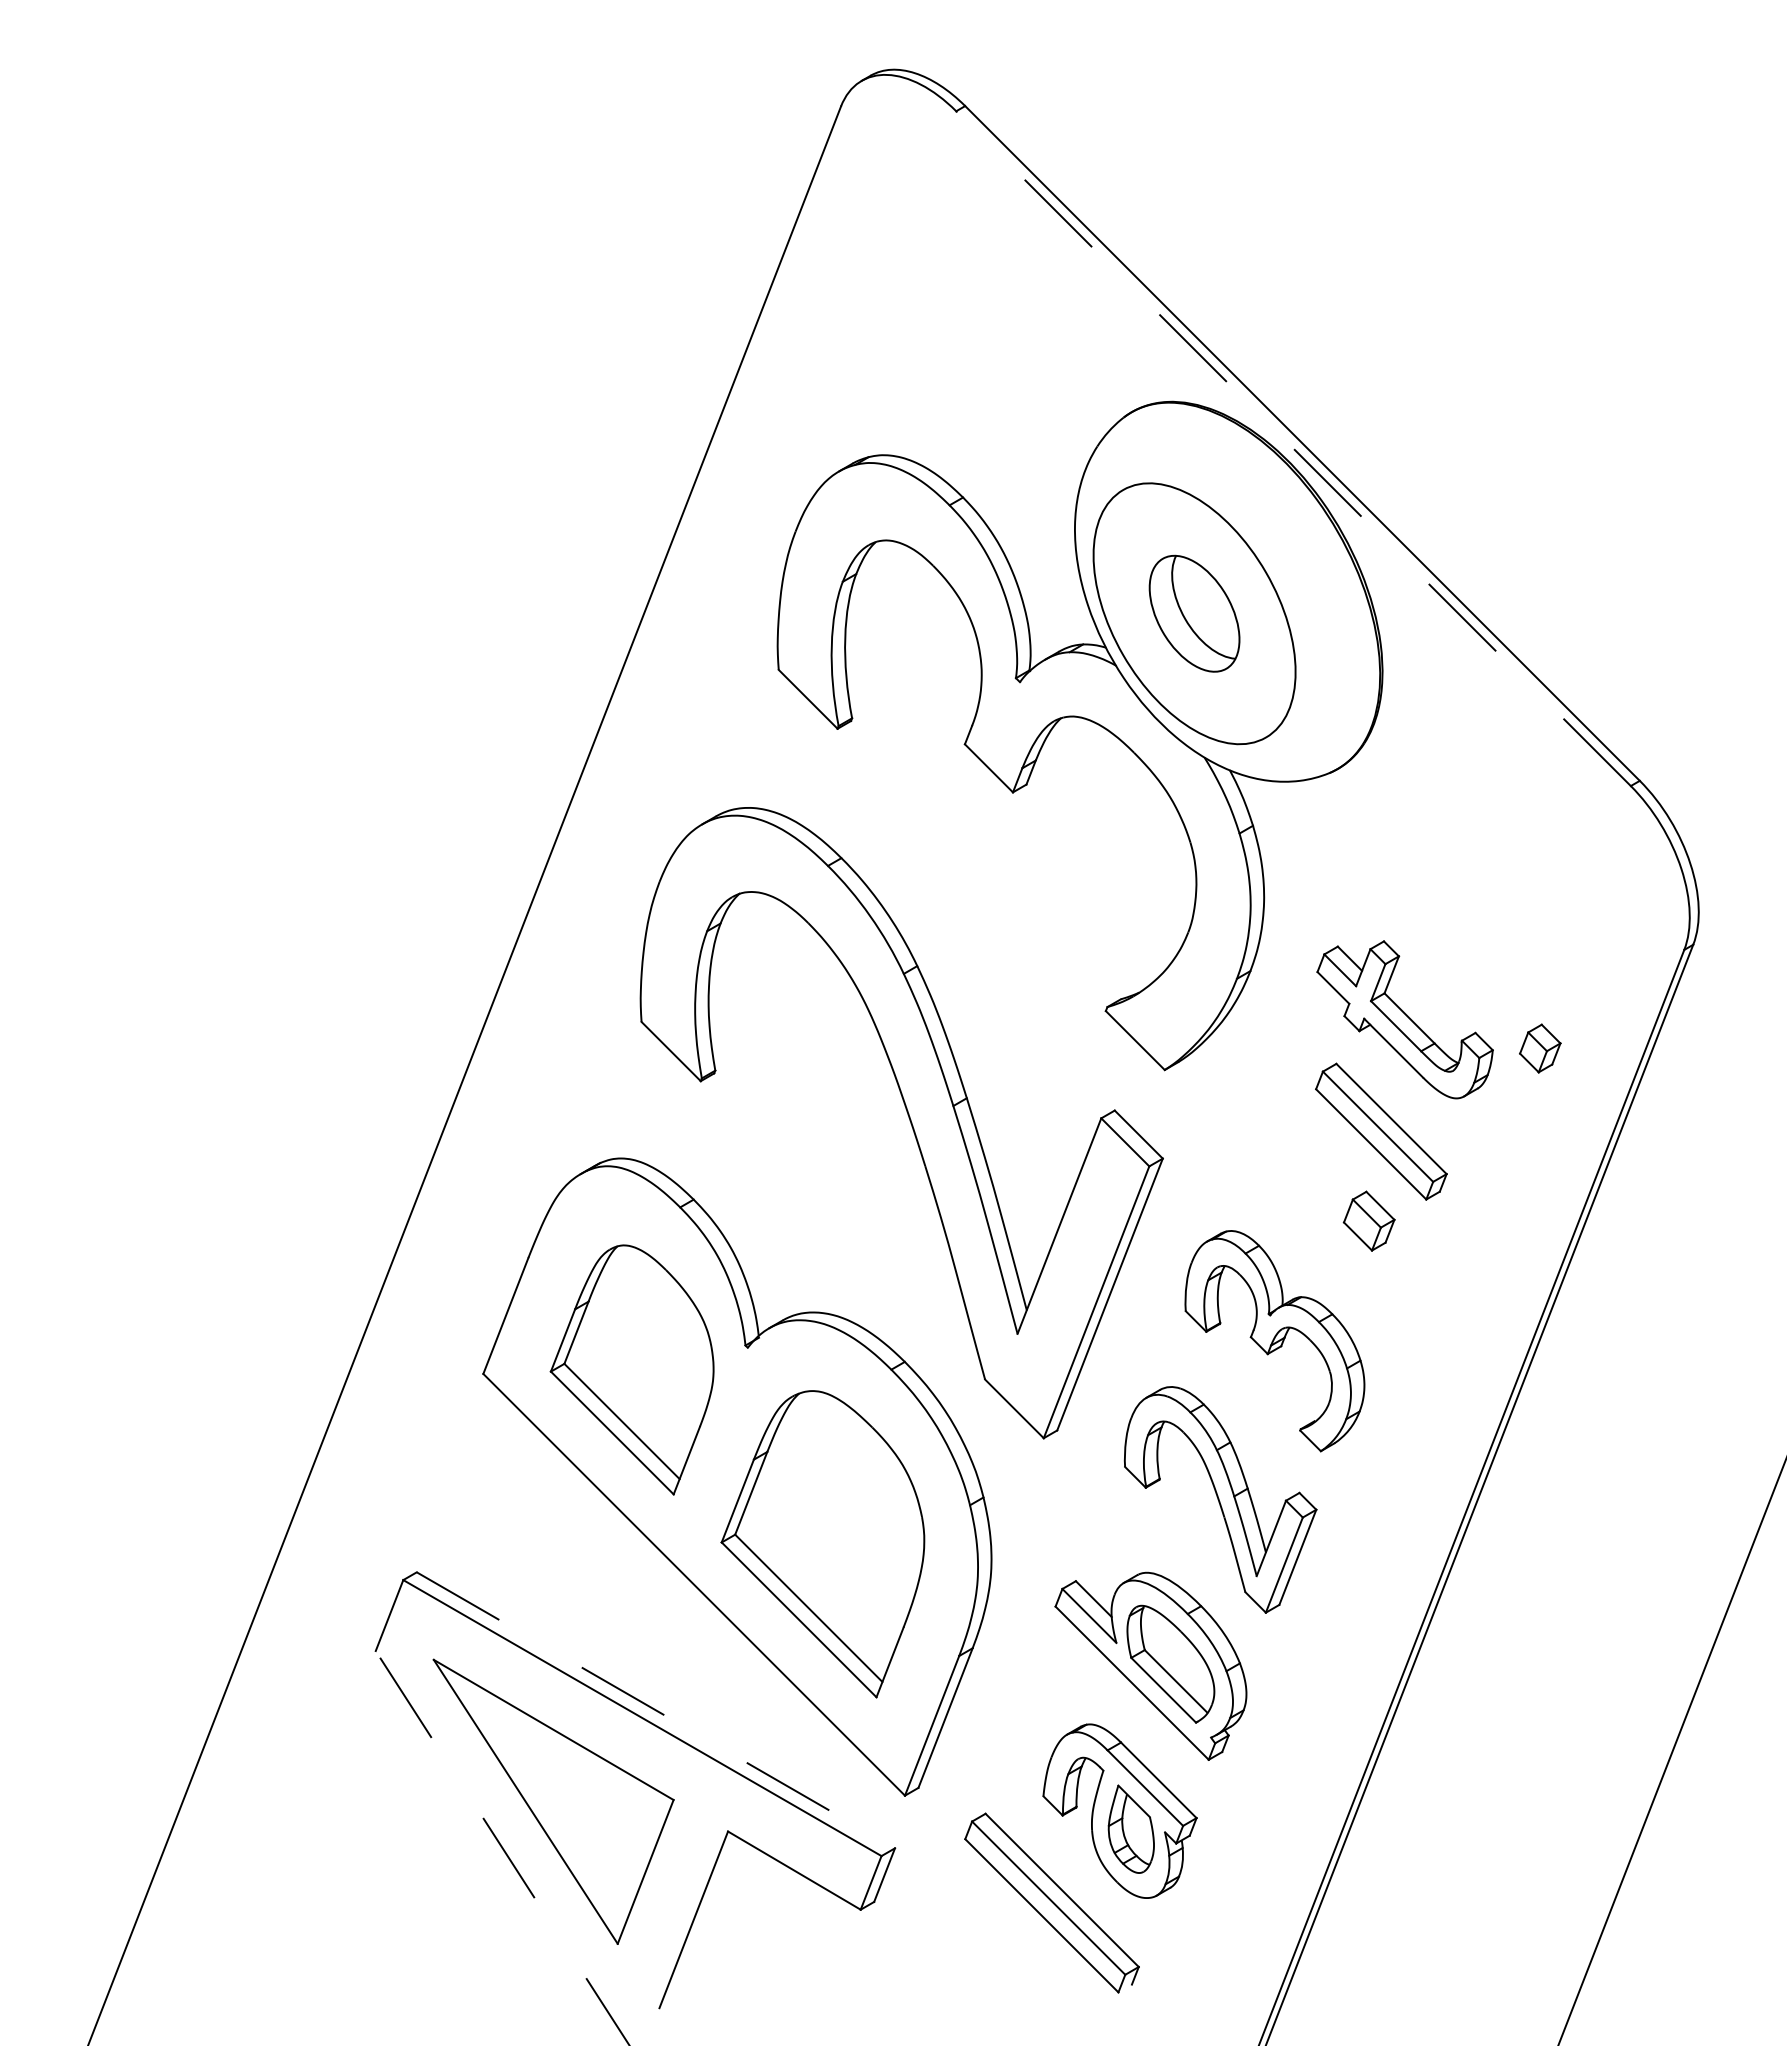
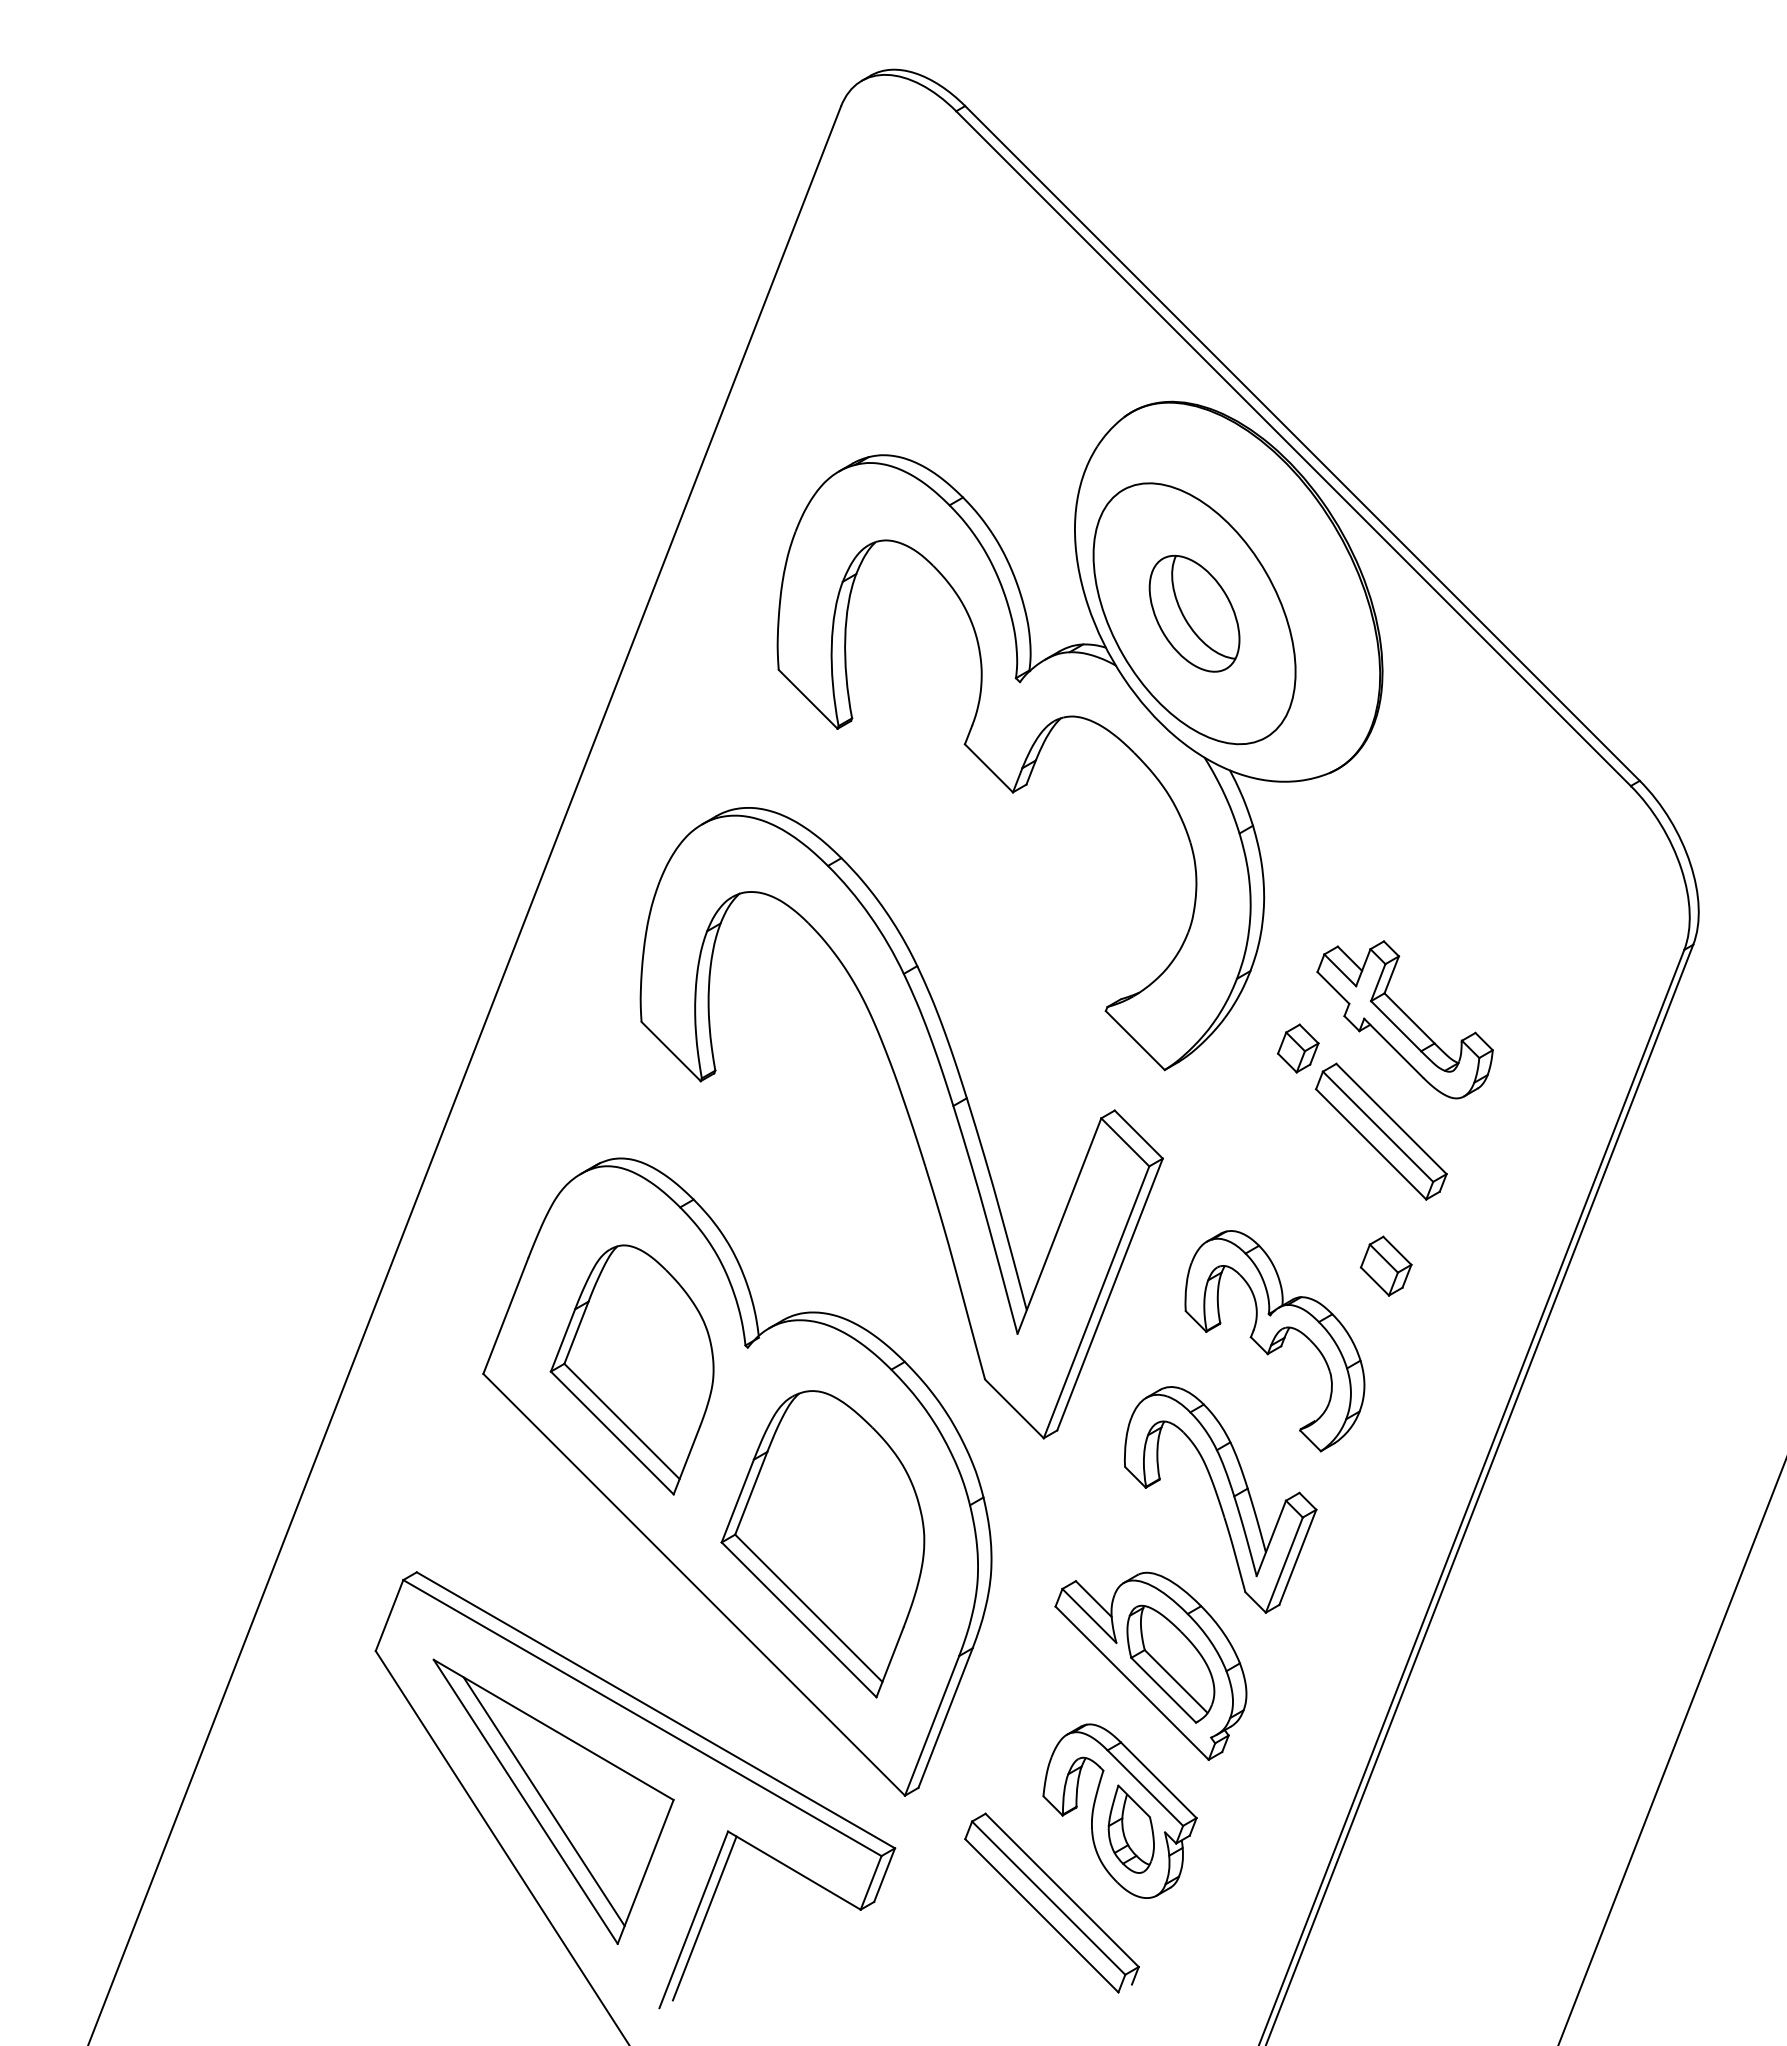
line at (1293, 448): dashed -> solid
part at (1540, 1048) position: (1540, 1048) -> (1298, 1048)
part at (1368, 1220) position: (1368, 1220) -> (1385, 1265)
line at (656, 1710): dashed -> solid
line at (543, 1801): none -> present
line at (502, 1847): dashed -> solid
line at (704, 1918): none -> present
